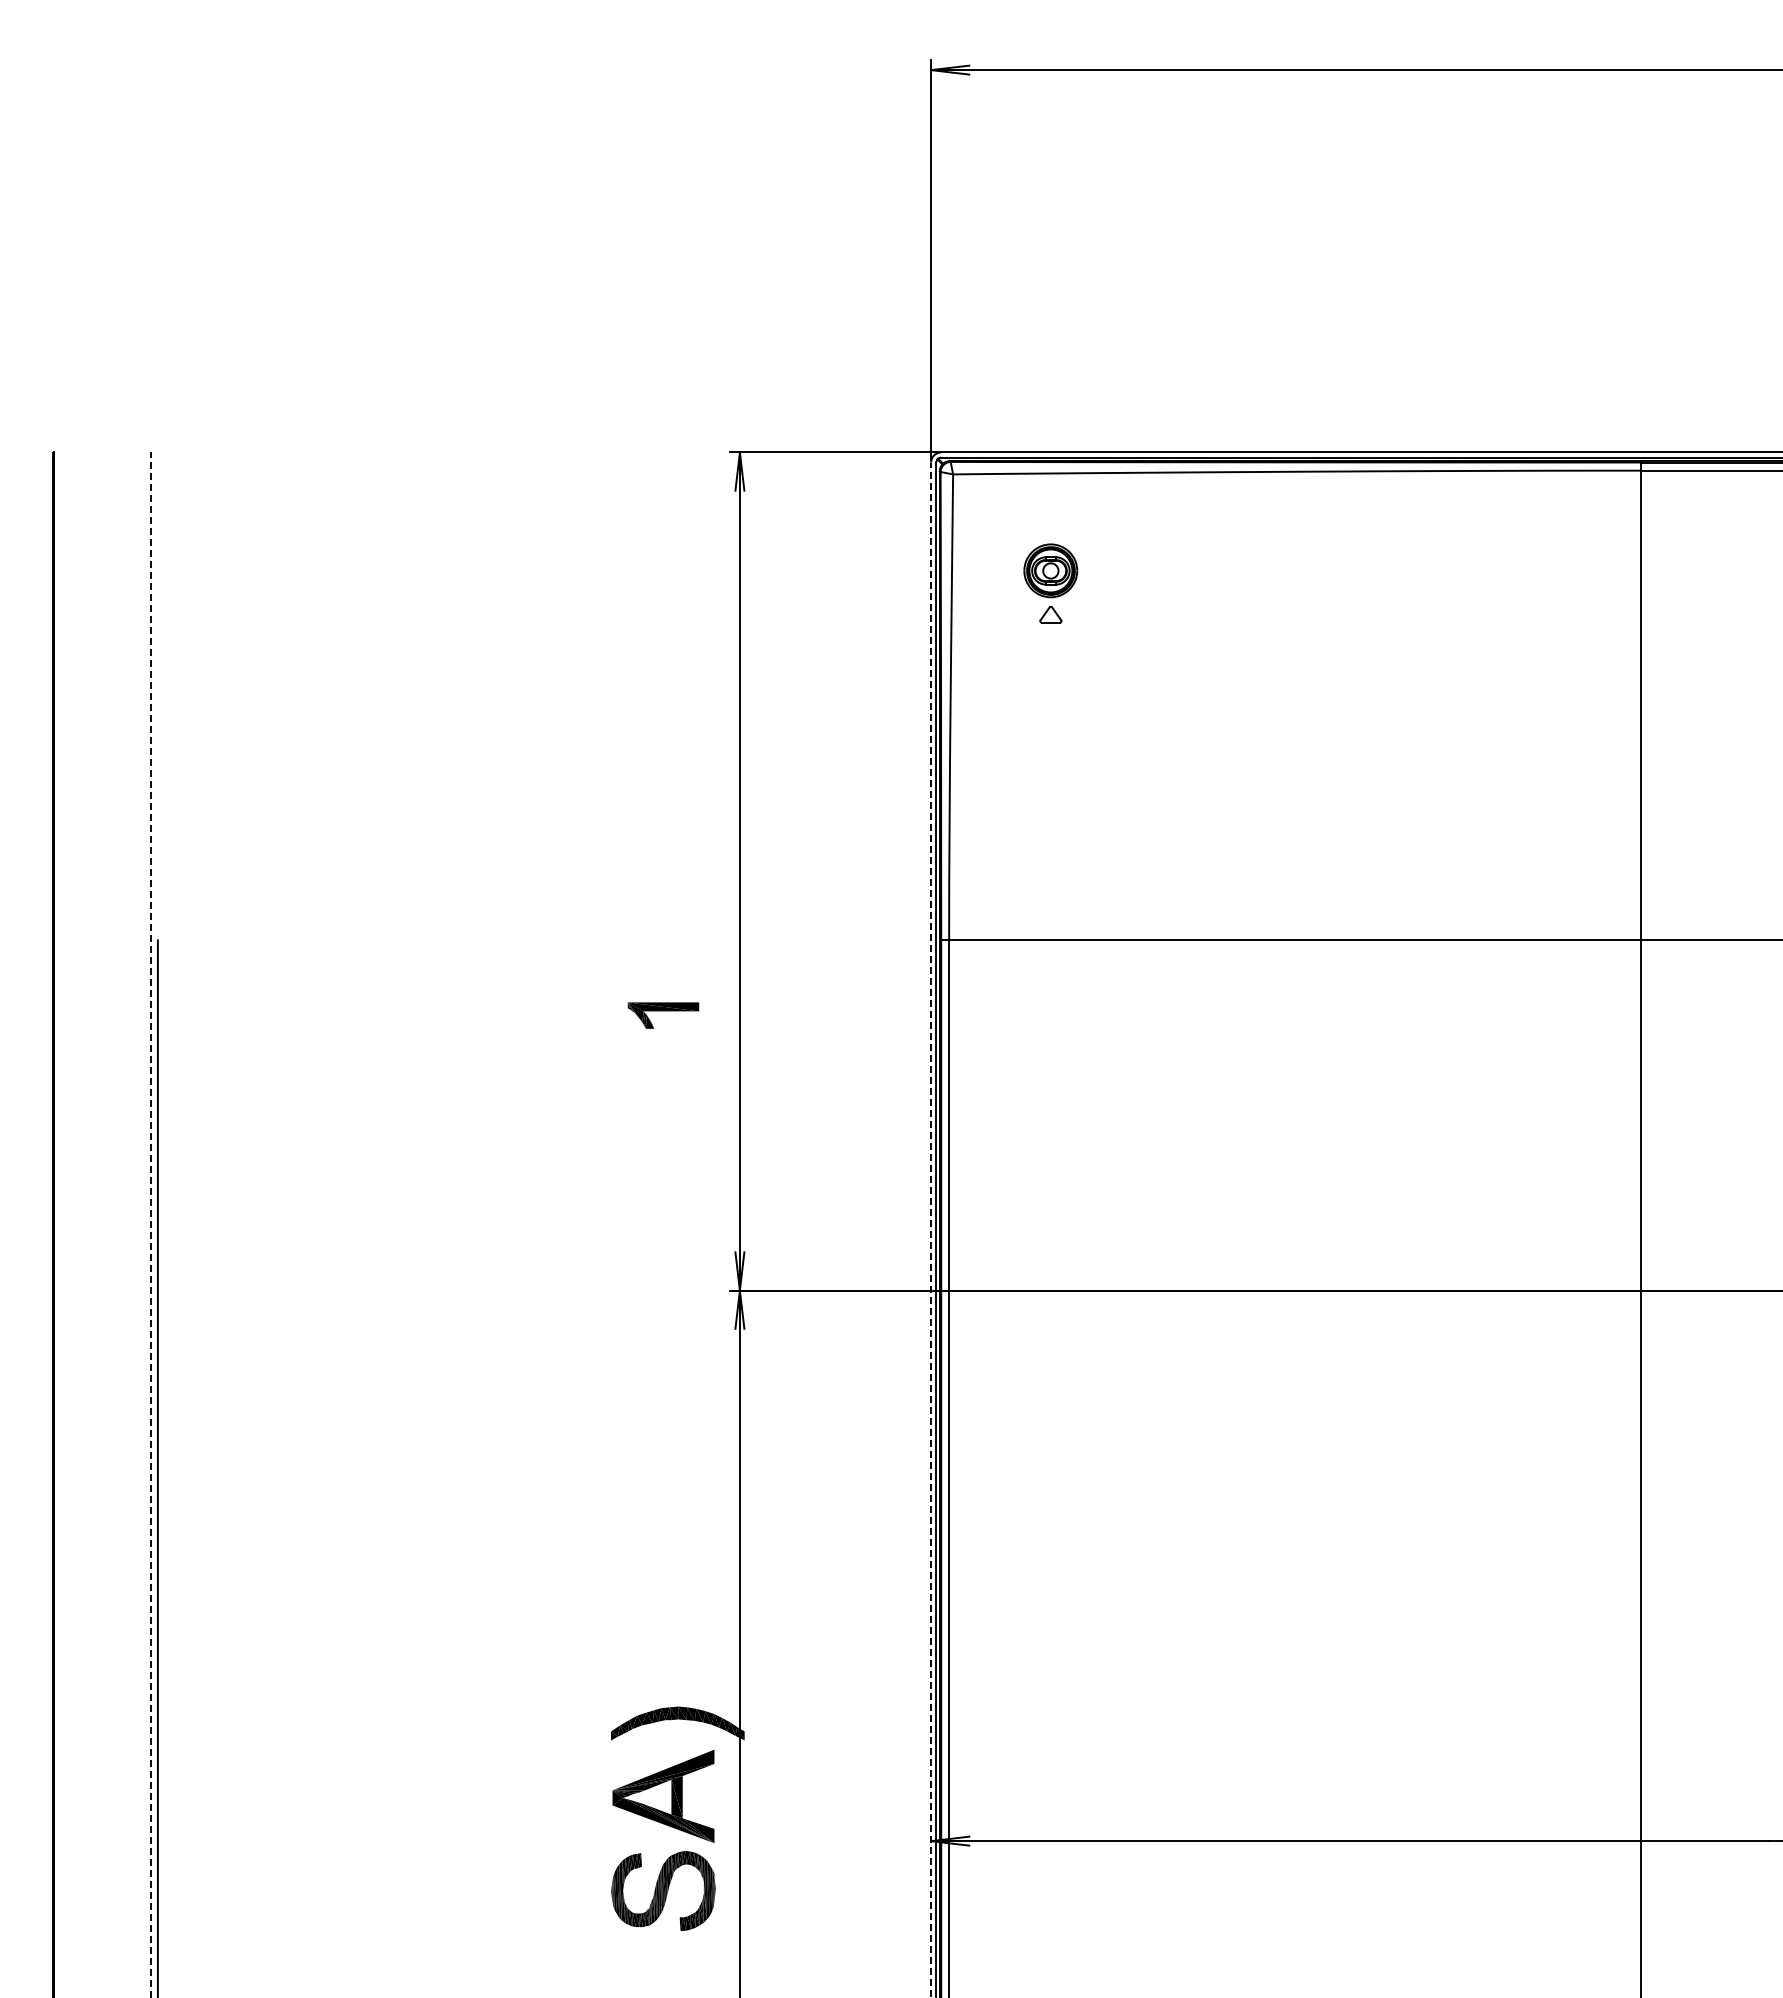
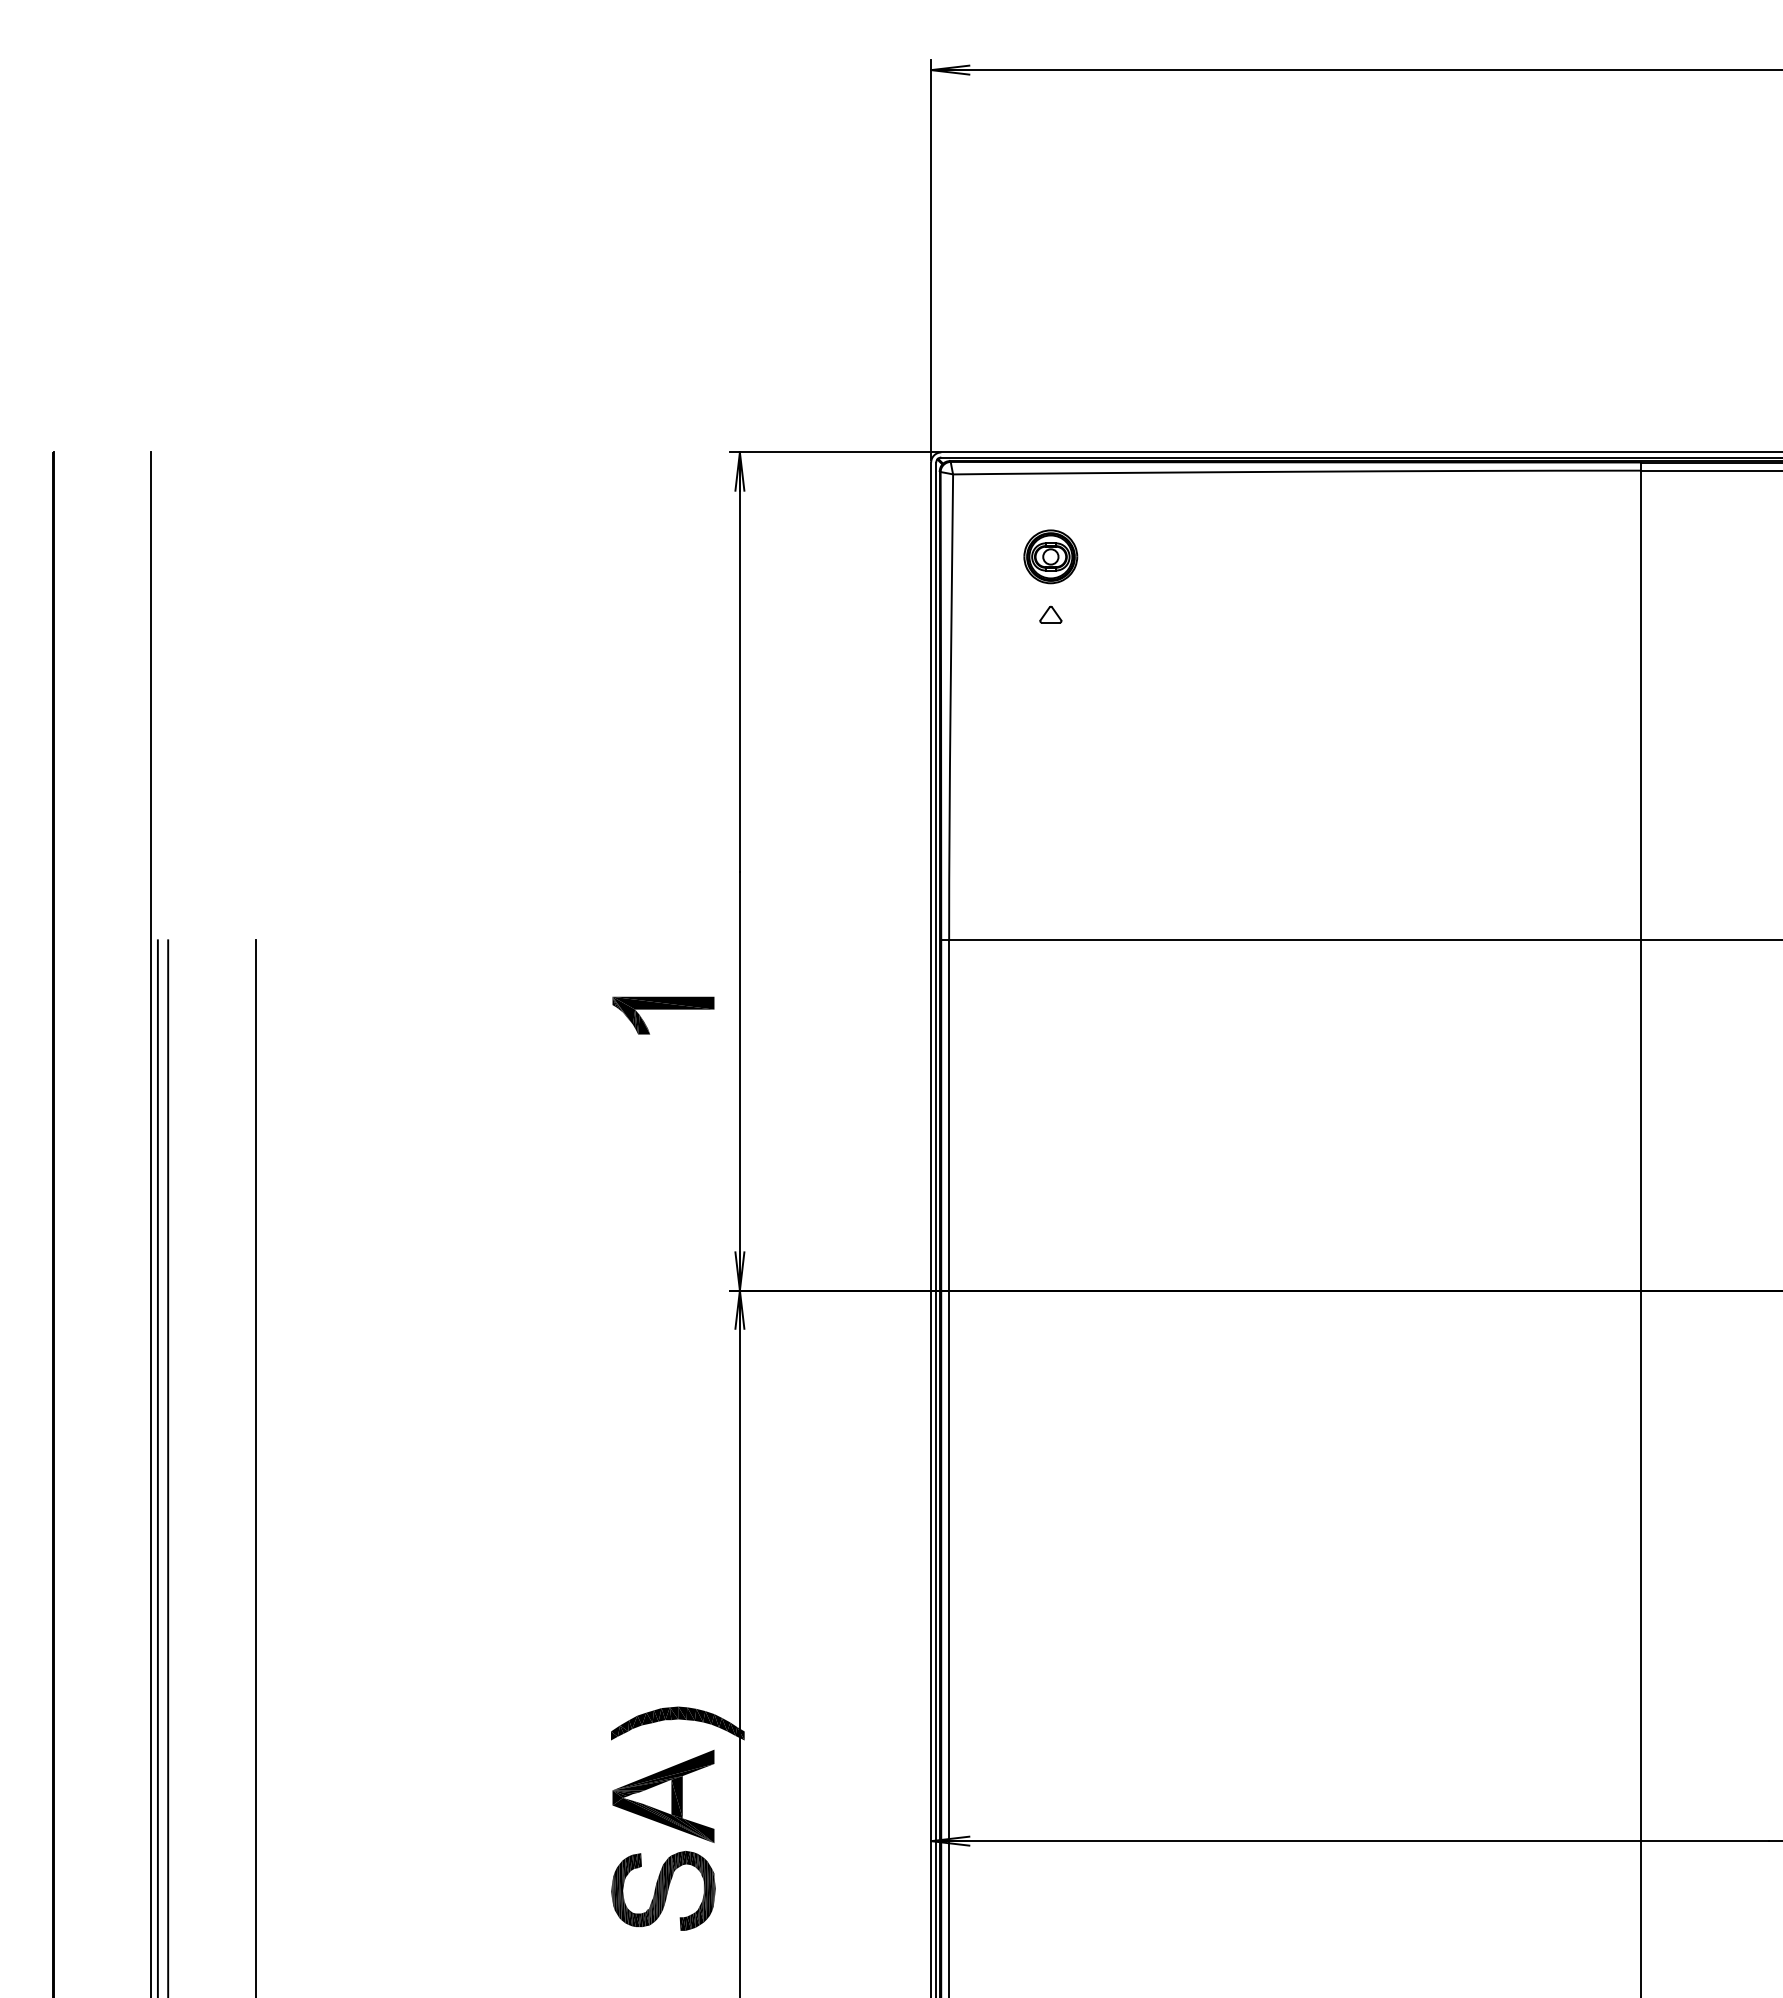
part at (1050, 570) position: (1050, 570) -> (1050, 556)
part at (663, 1015) size: 73x27 px -> 103x39 px
line at (151, 1224): dashed -> solid
line at (931, 1229): dashed -> solid
line at (168, 1467): none -> present
line at (255, 1467): none -> present
